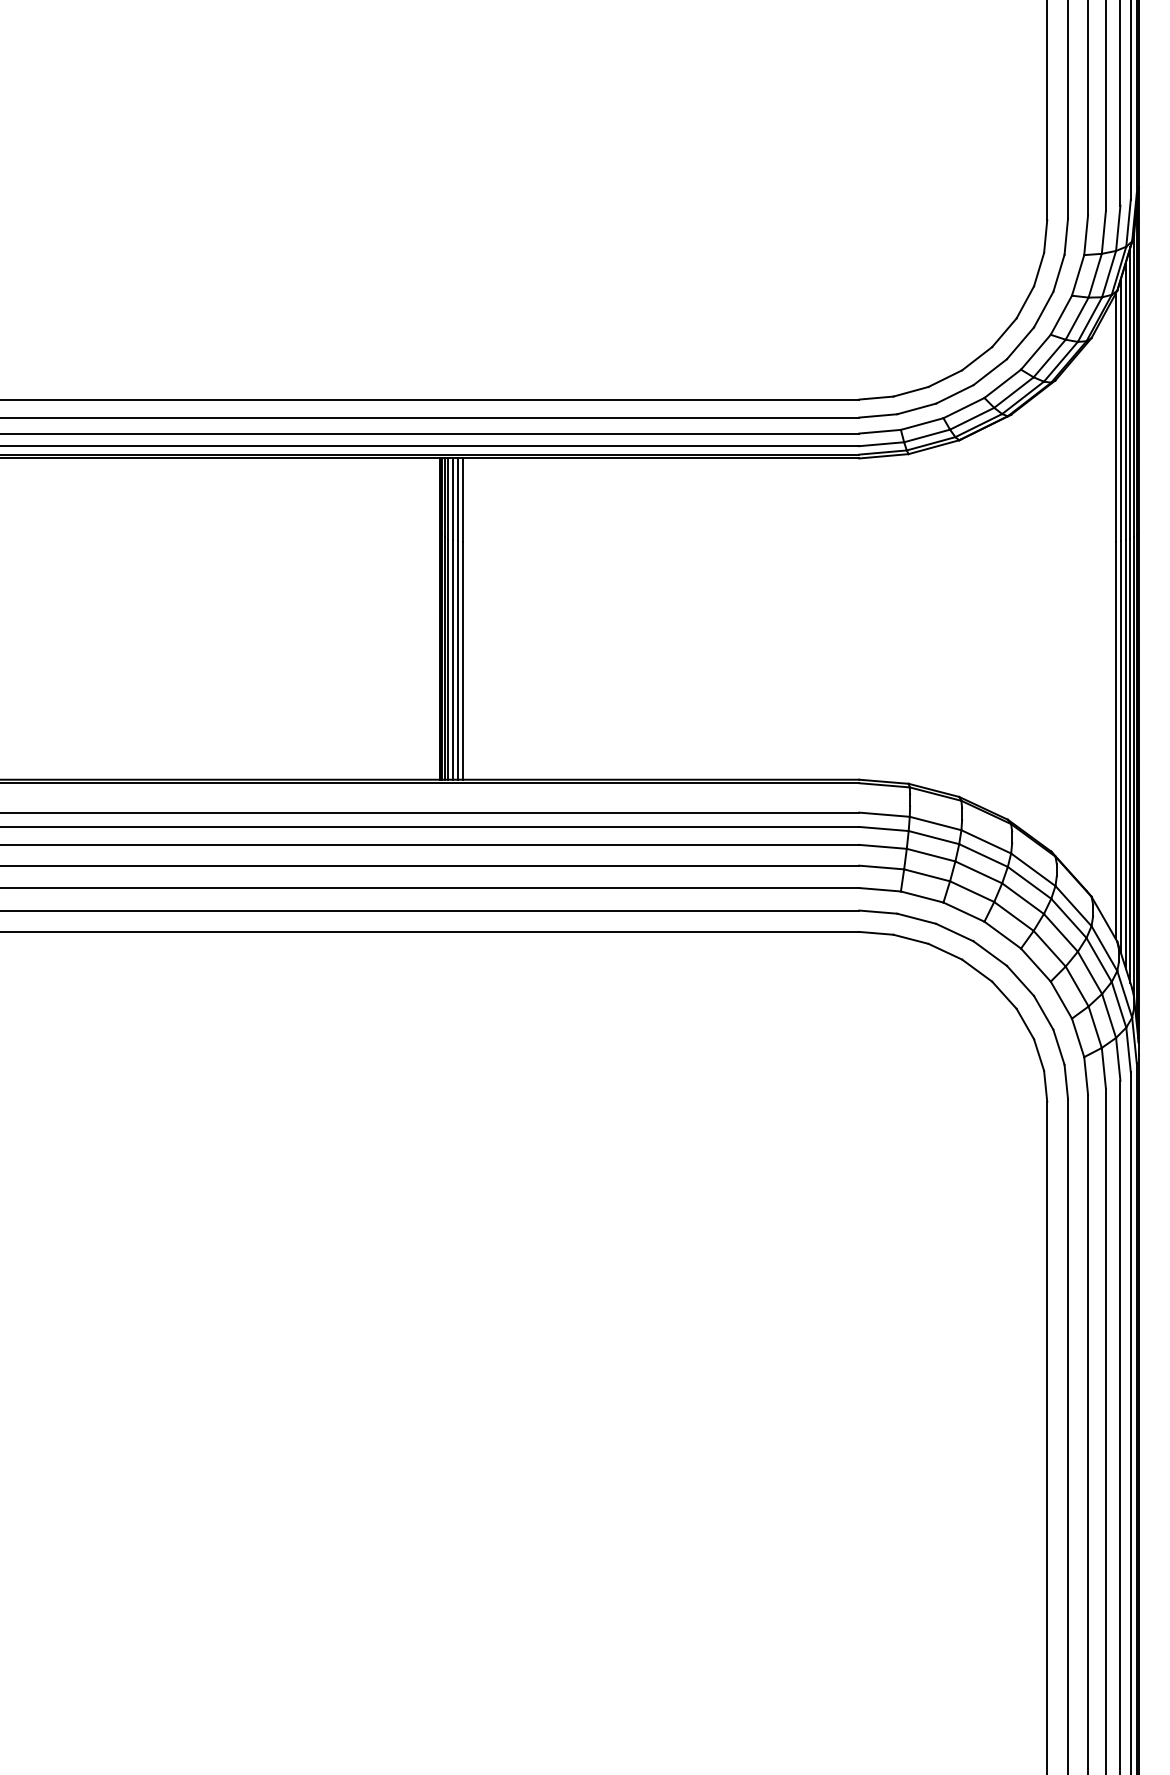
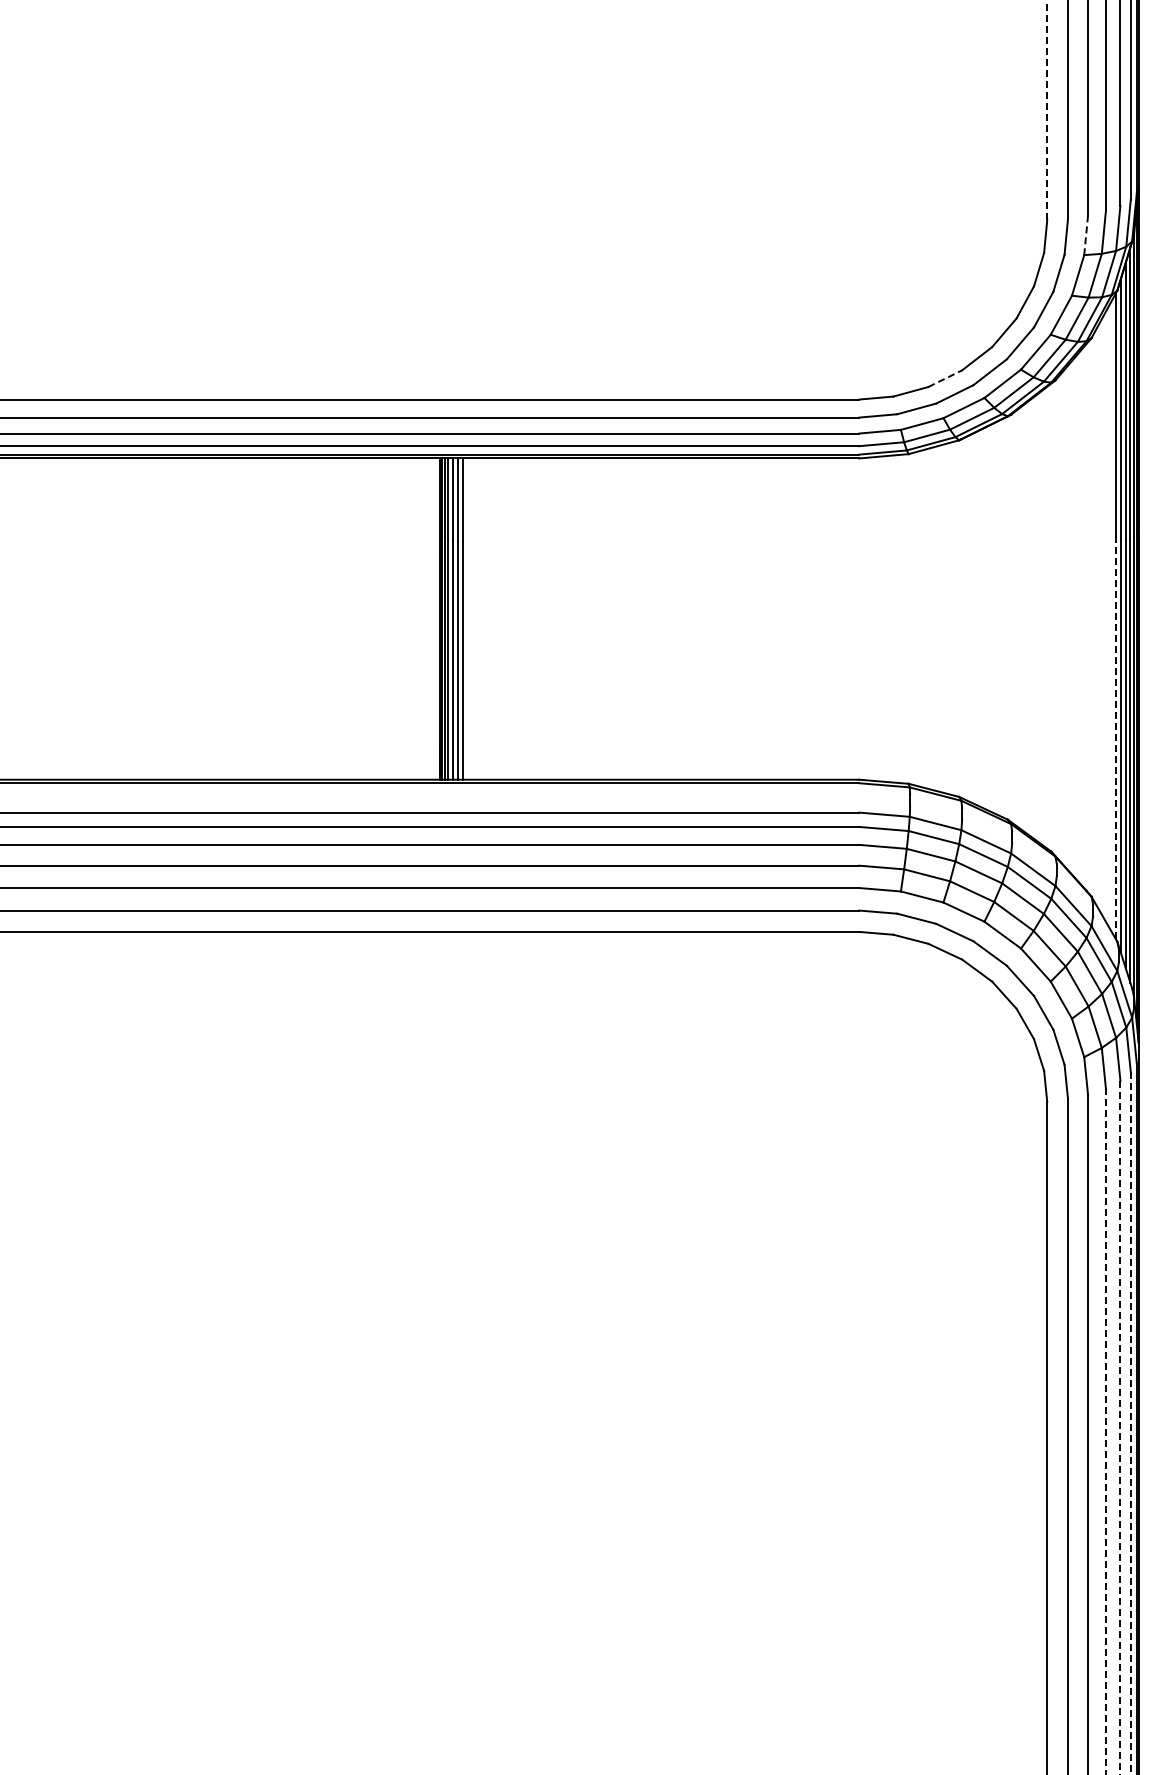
line at (1047, 110): solid -> dashed
line at (1086, 235): solid -> dashed
line at (945, 378): solid -> dashed
line at (1115, 740): solid -> dashed
line at (1130, 1423): solid -> dashed
line at (1120, 1427): solid -> dashed
line at (1105, 1431): solid -> dashed
